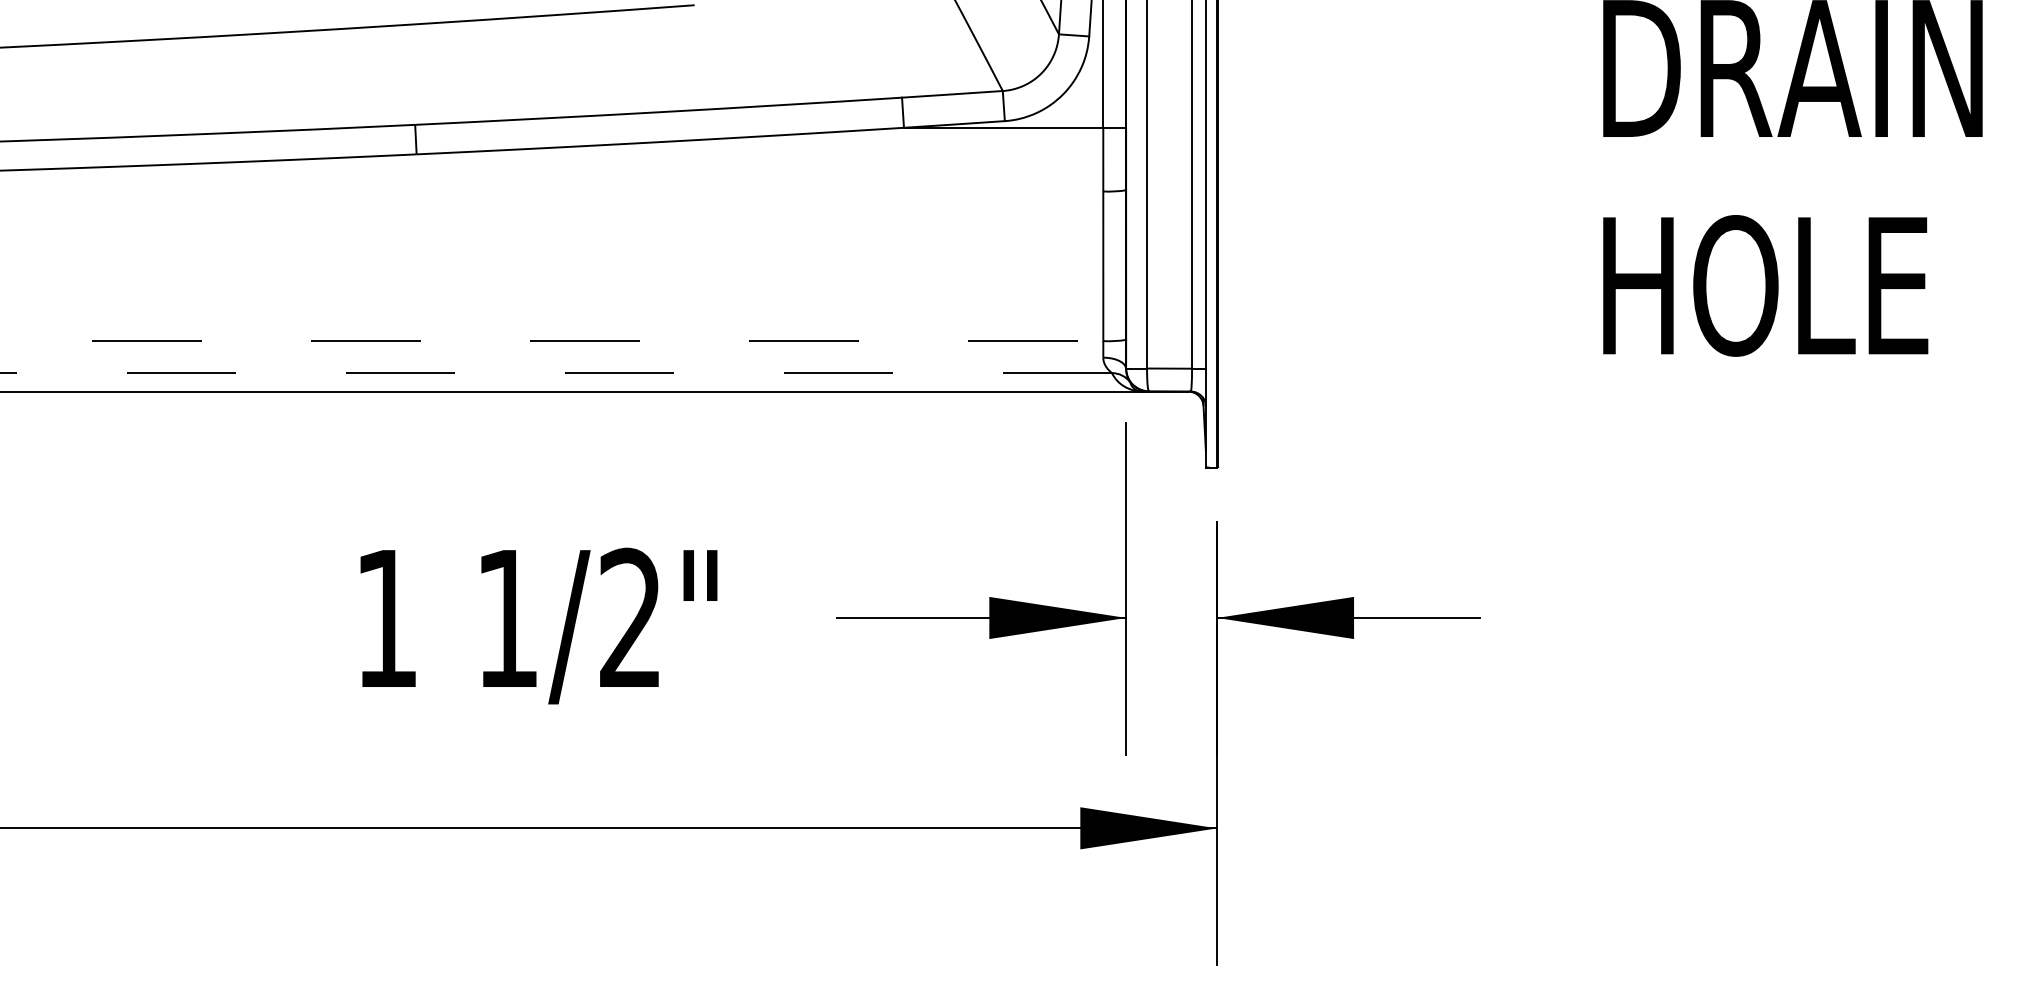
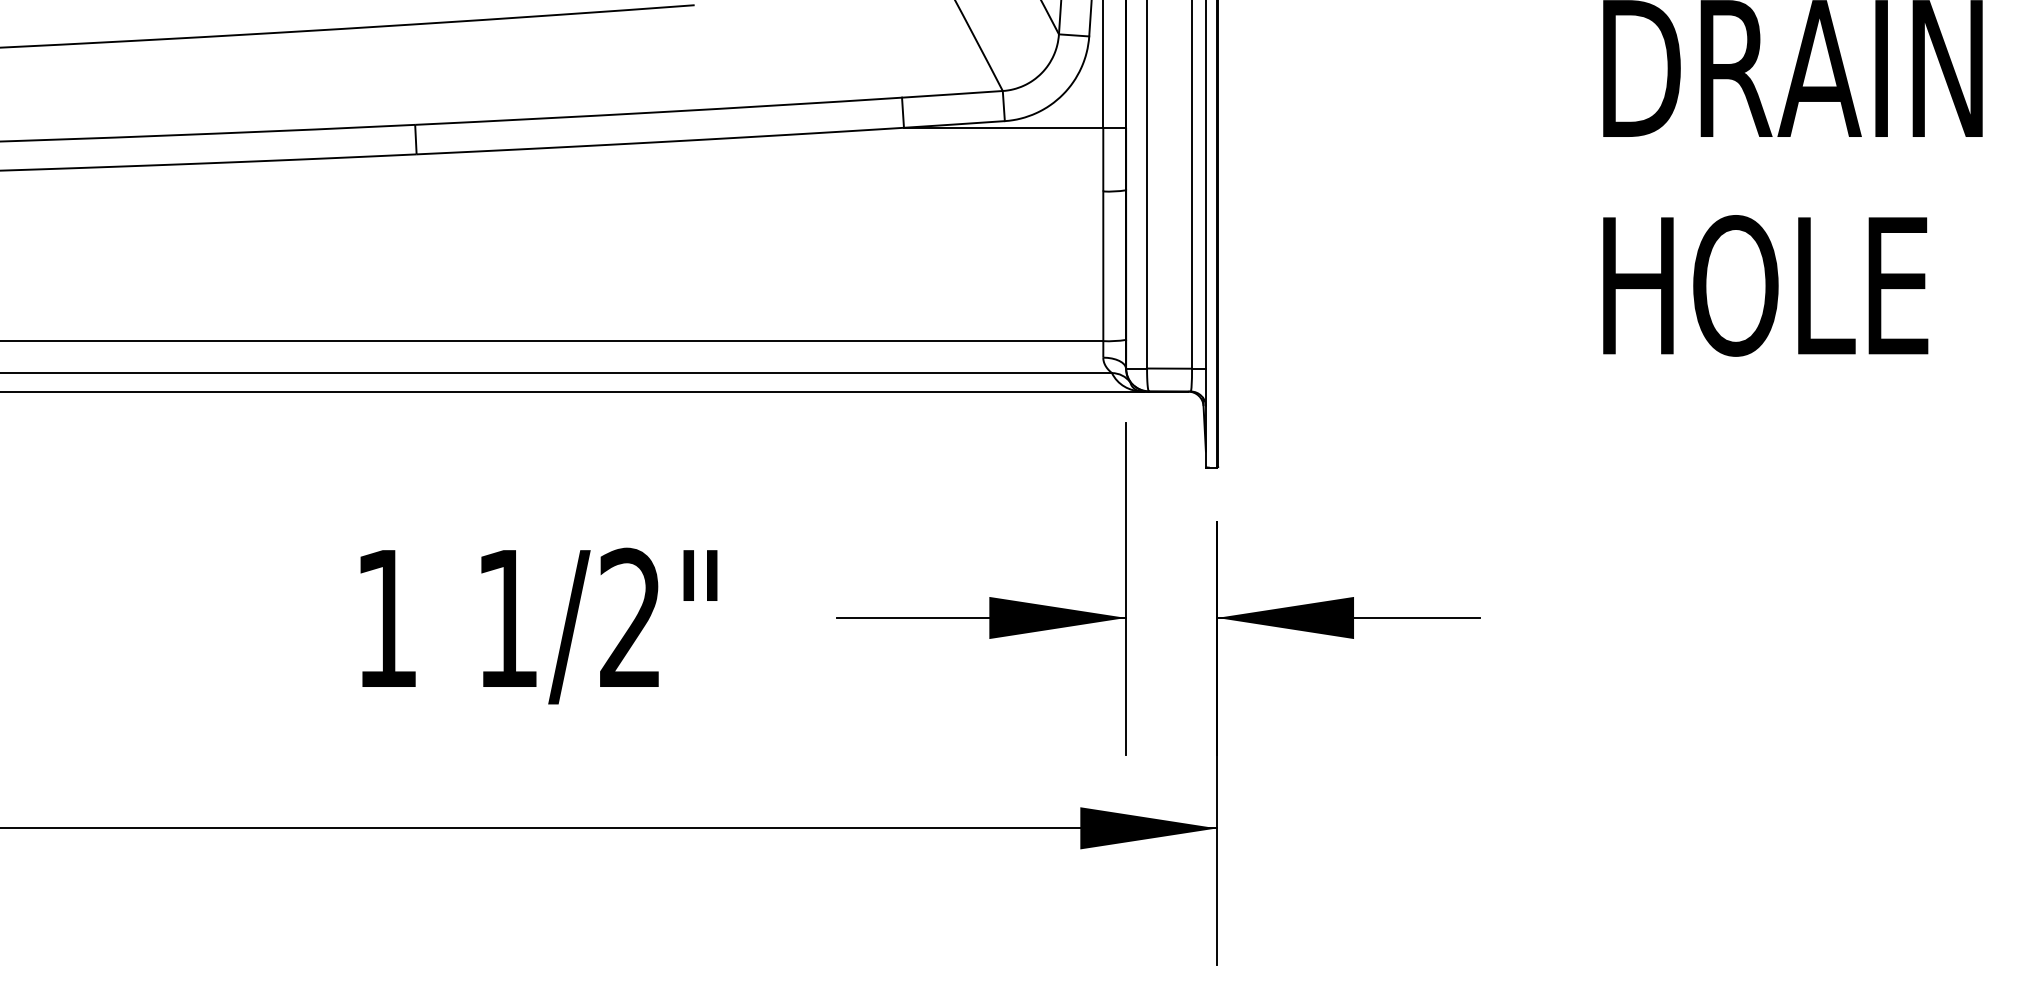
line at (552, 341): dashed -> solid
line at (556, 373): dashed -> solid
